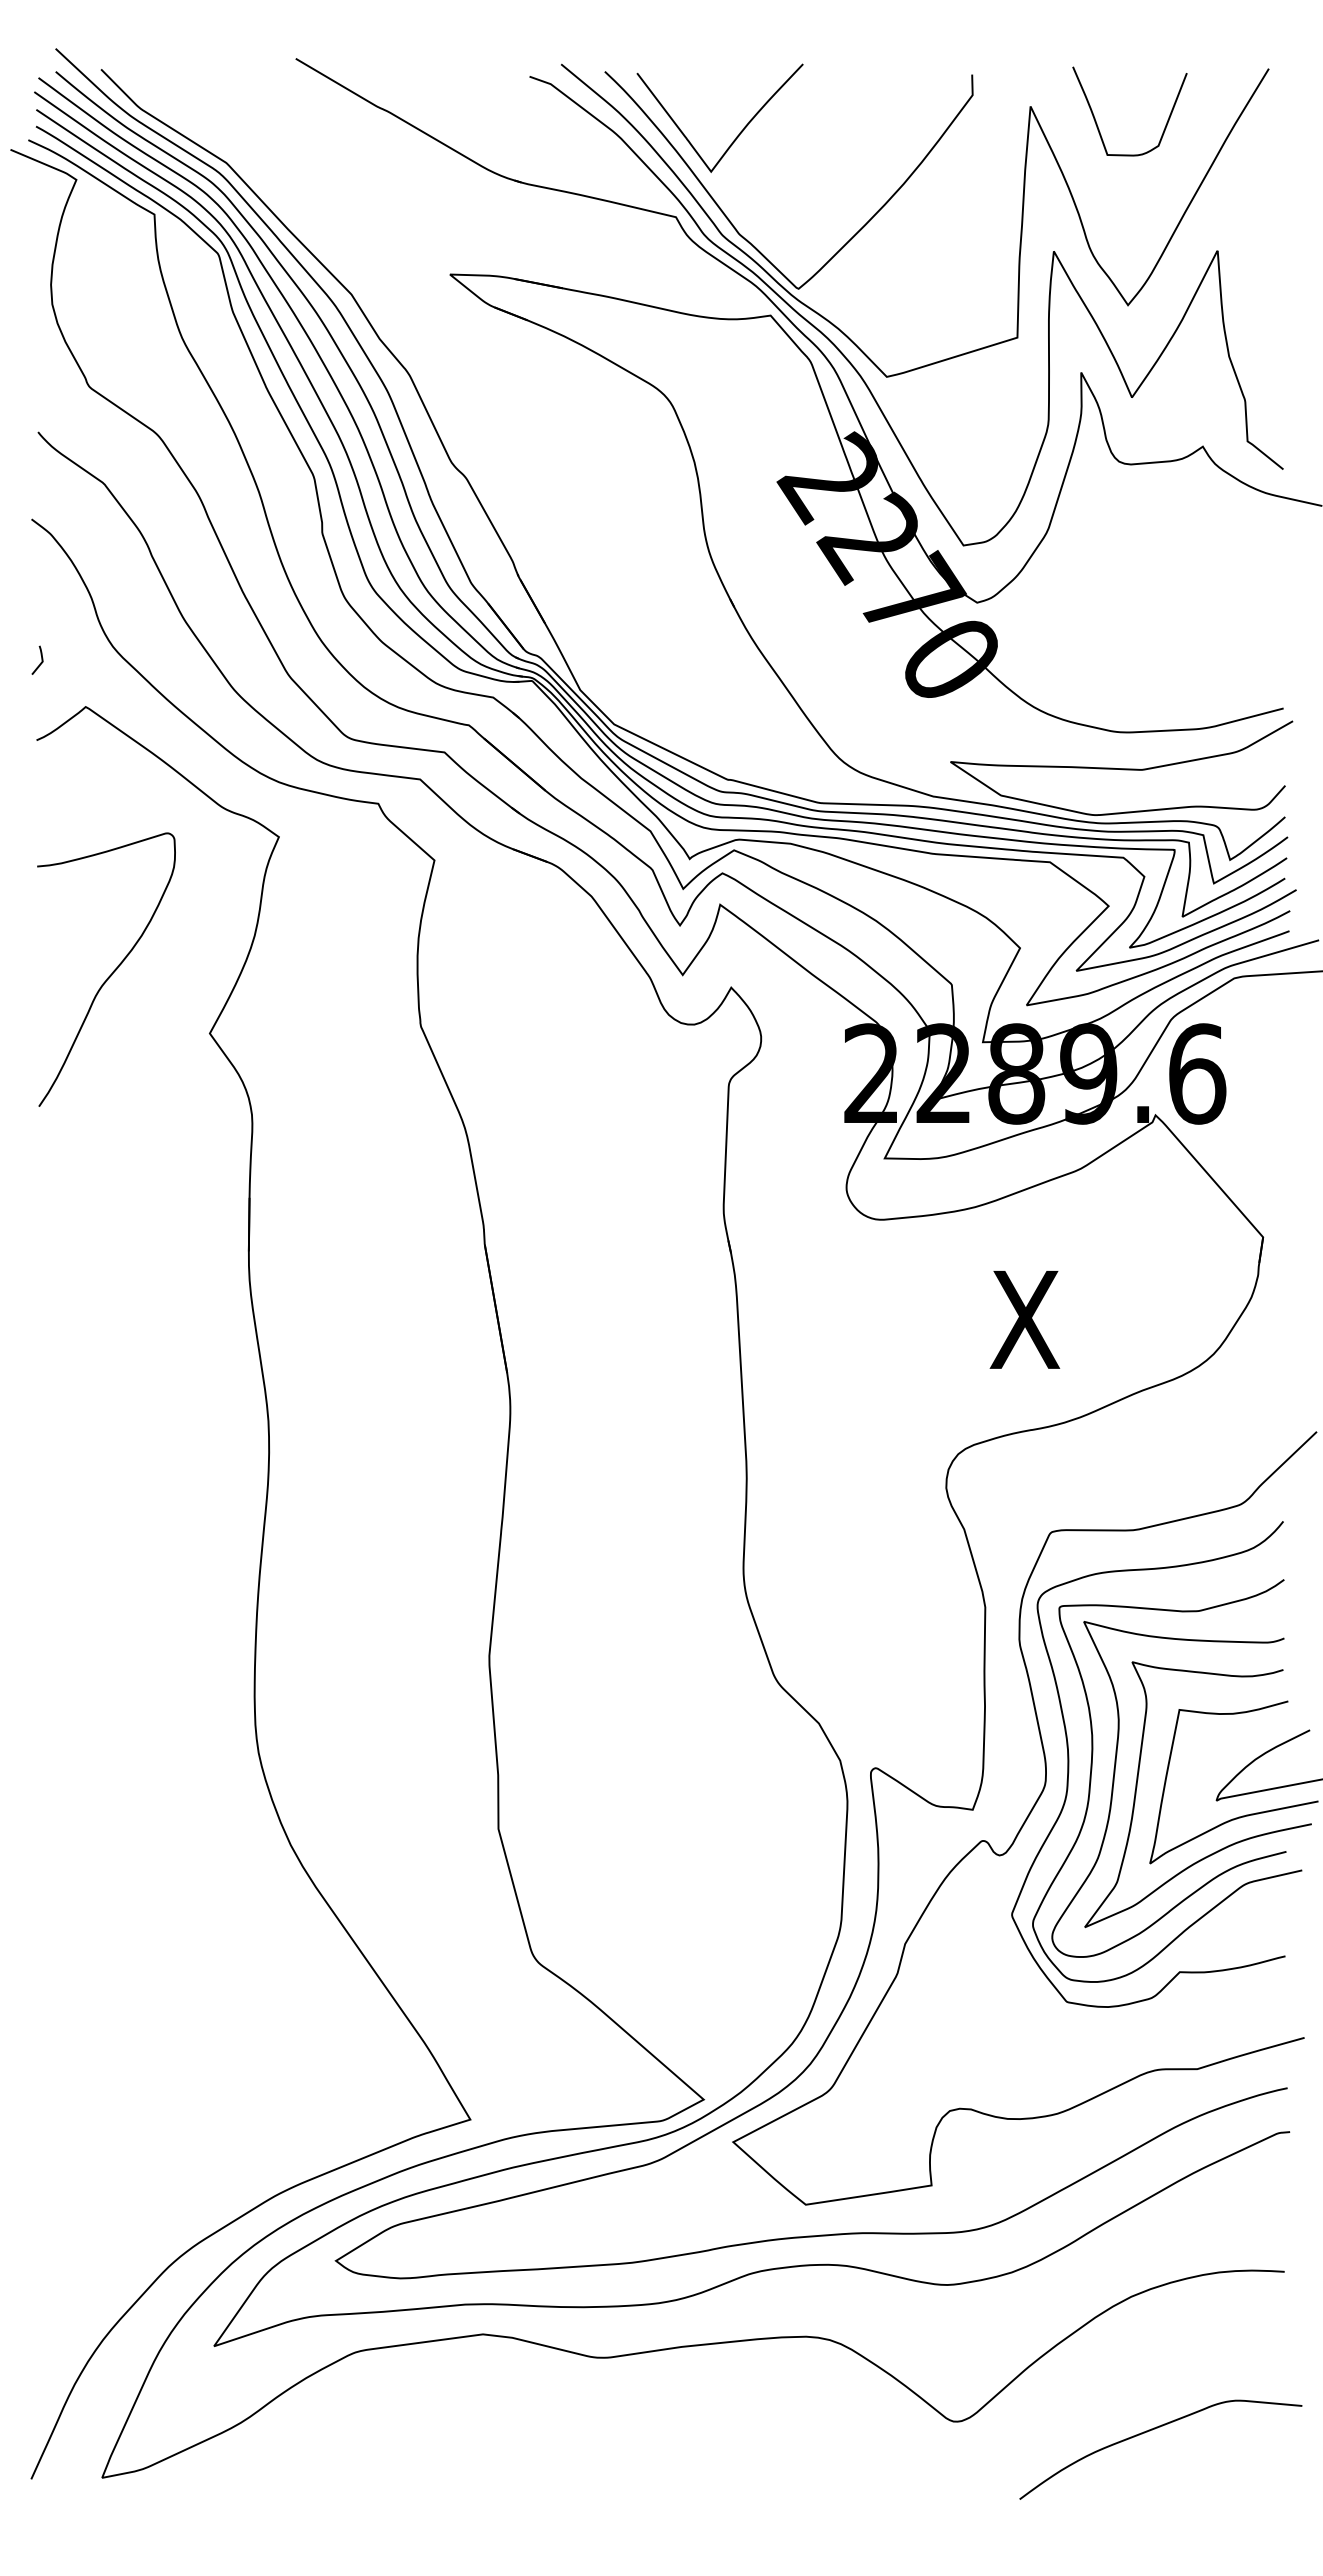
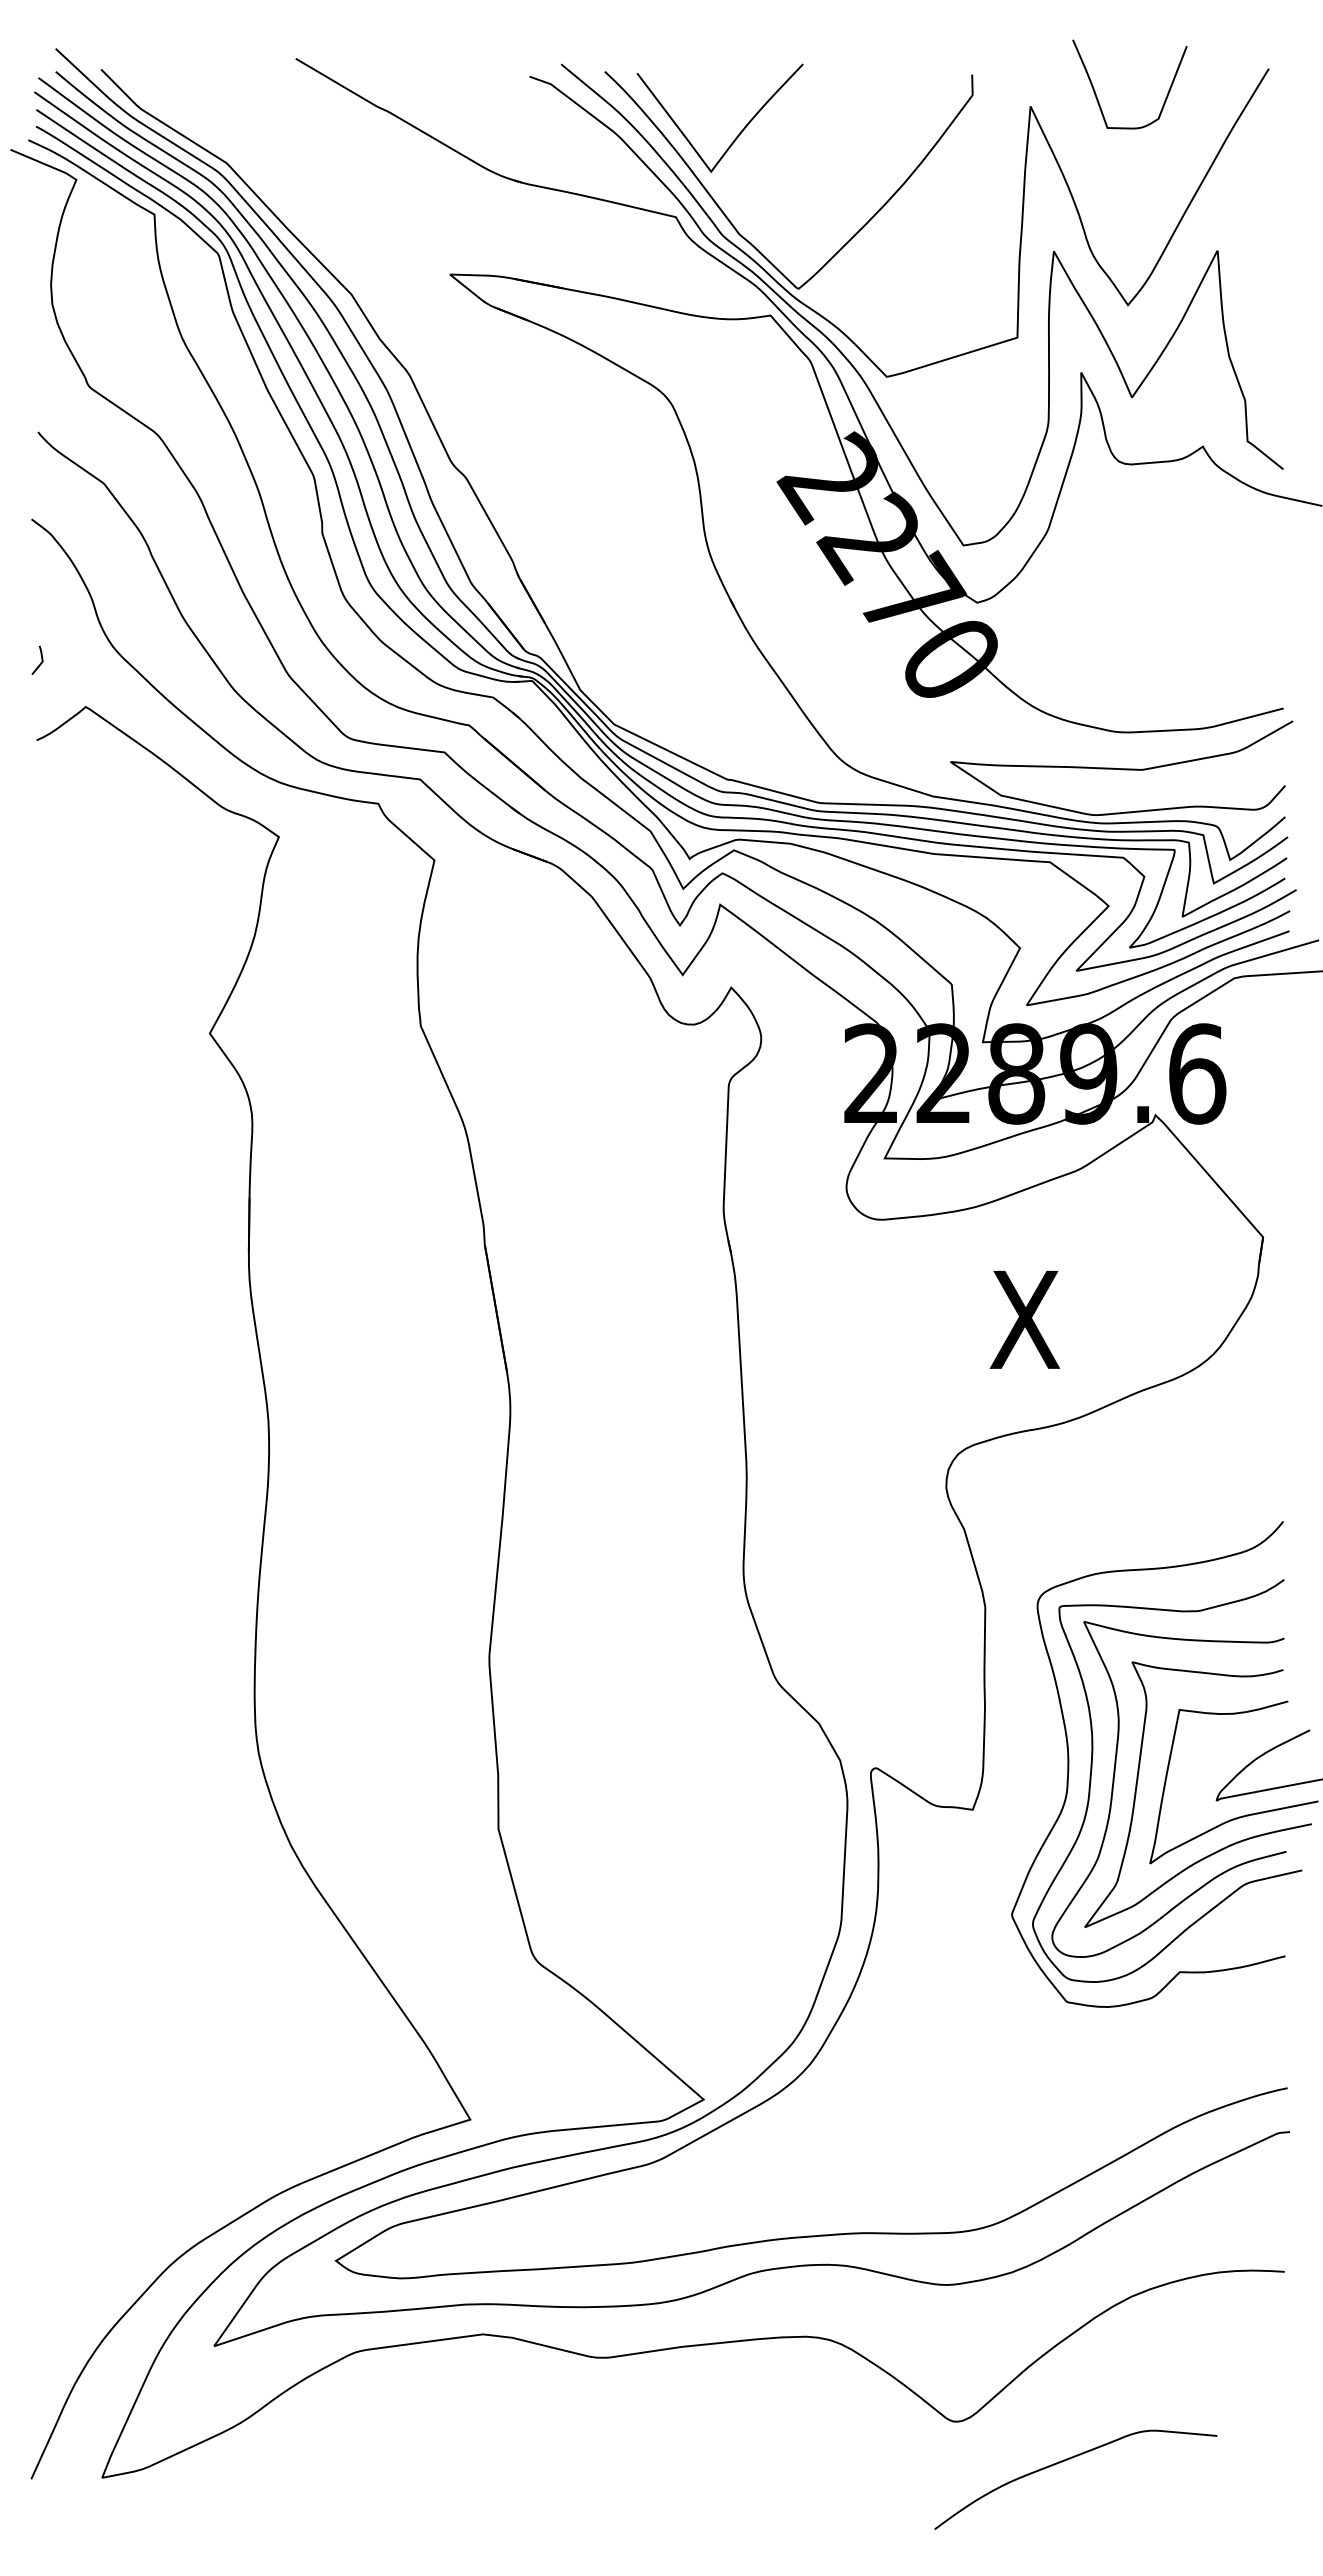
curve at (1097, 123) position: (1097, 123) -> (1097, 96)
curve at (112, 971): present -> none
curve at (1025, 1818): present -> none
curve at (1150, 2431) position: (1150, 2431) -> (1065, 2461)
